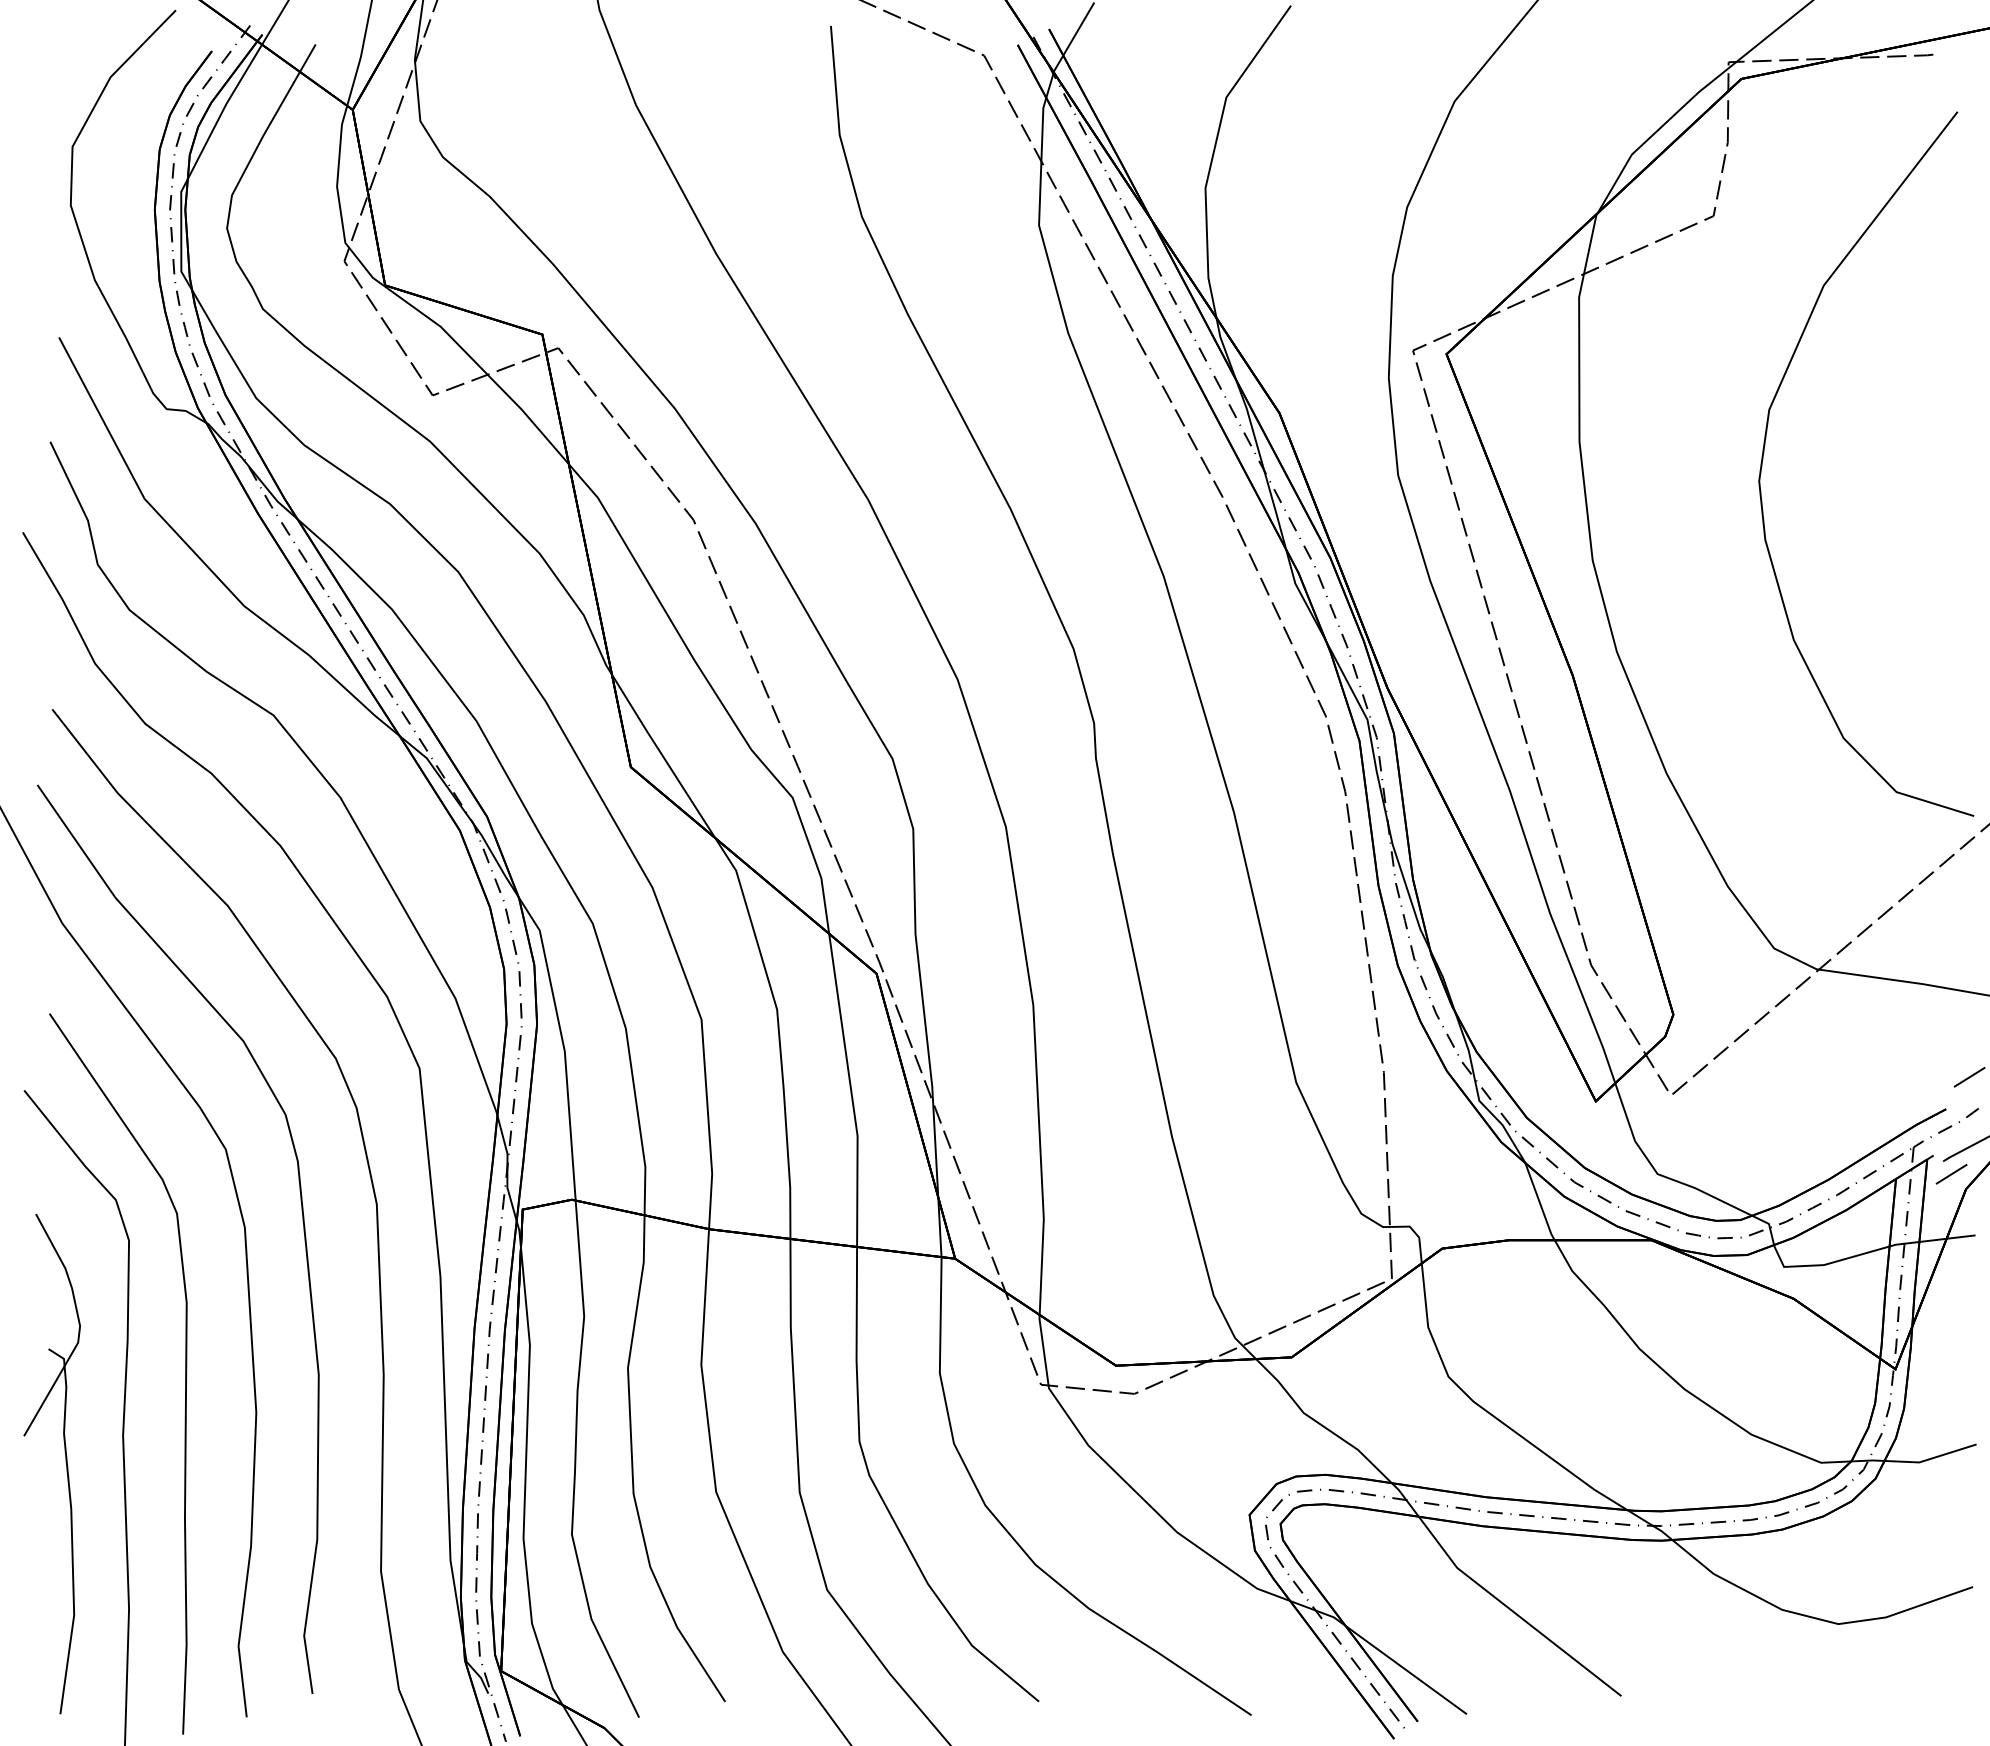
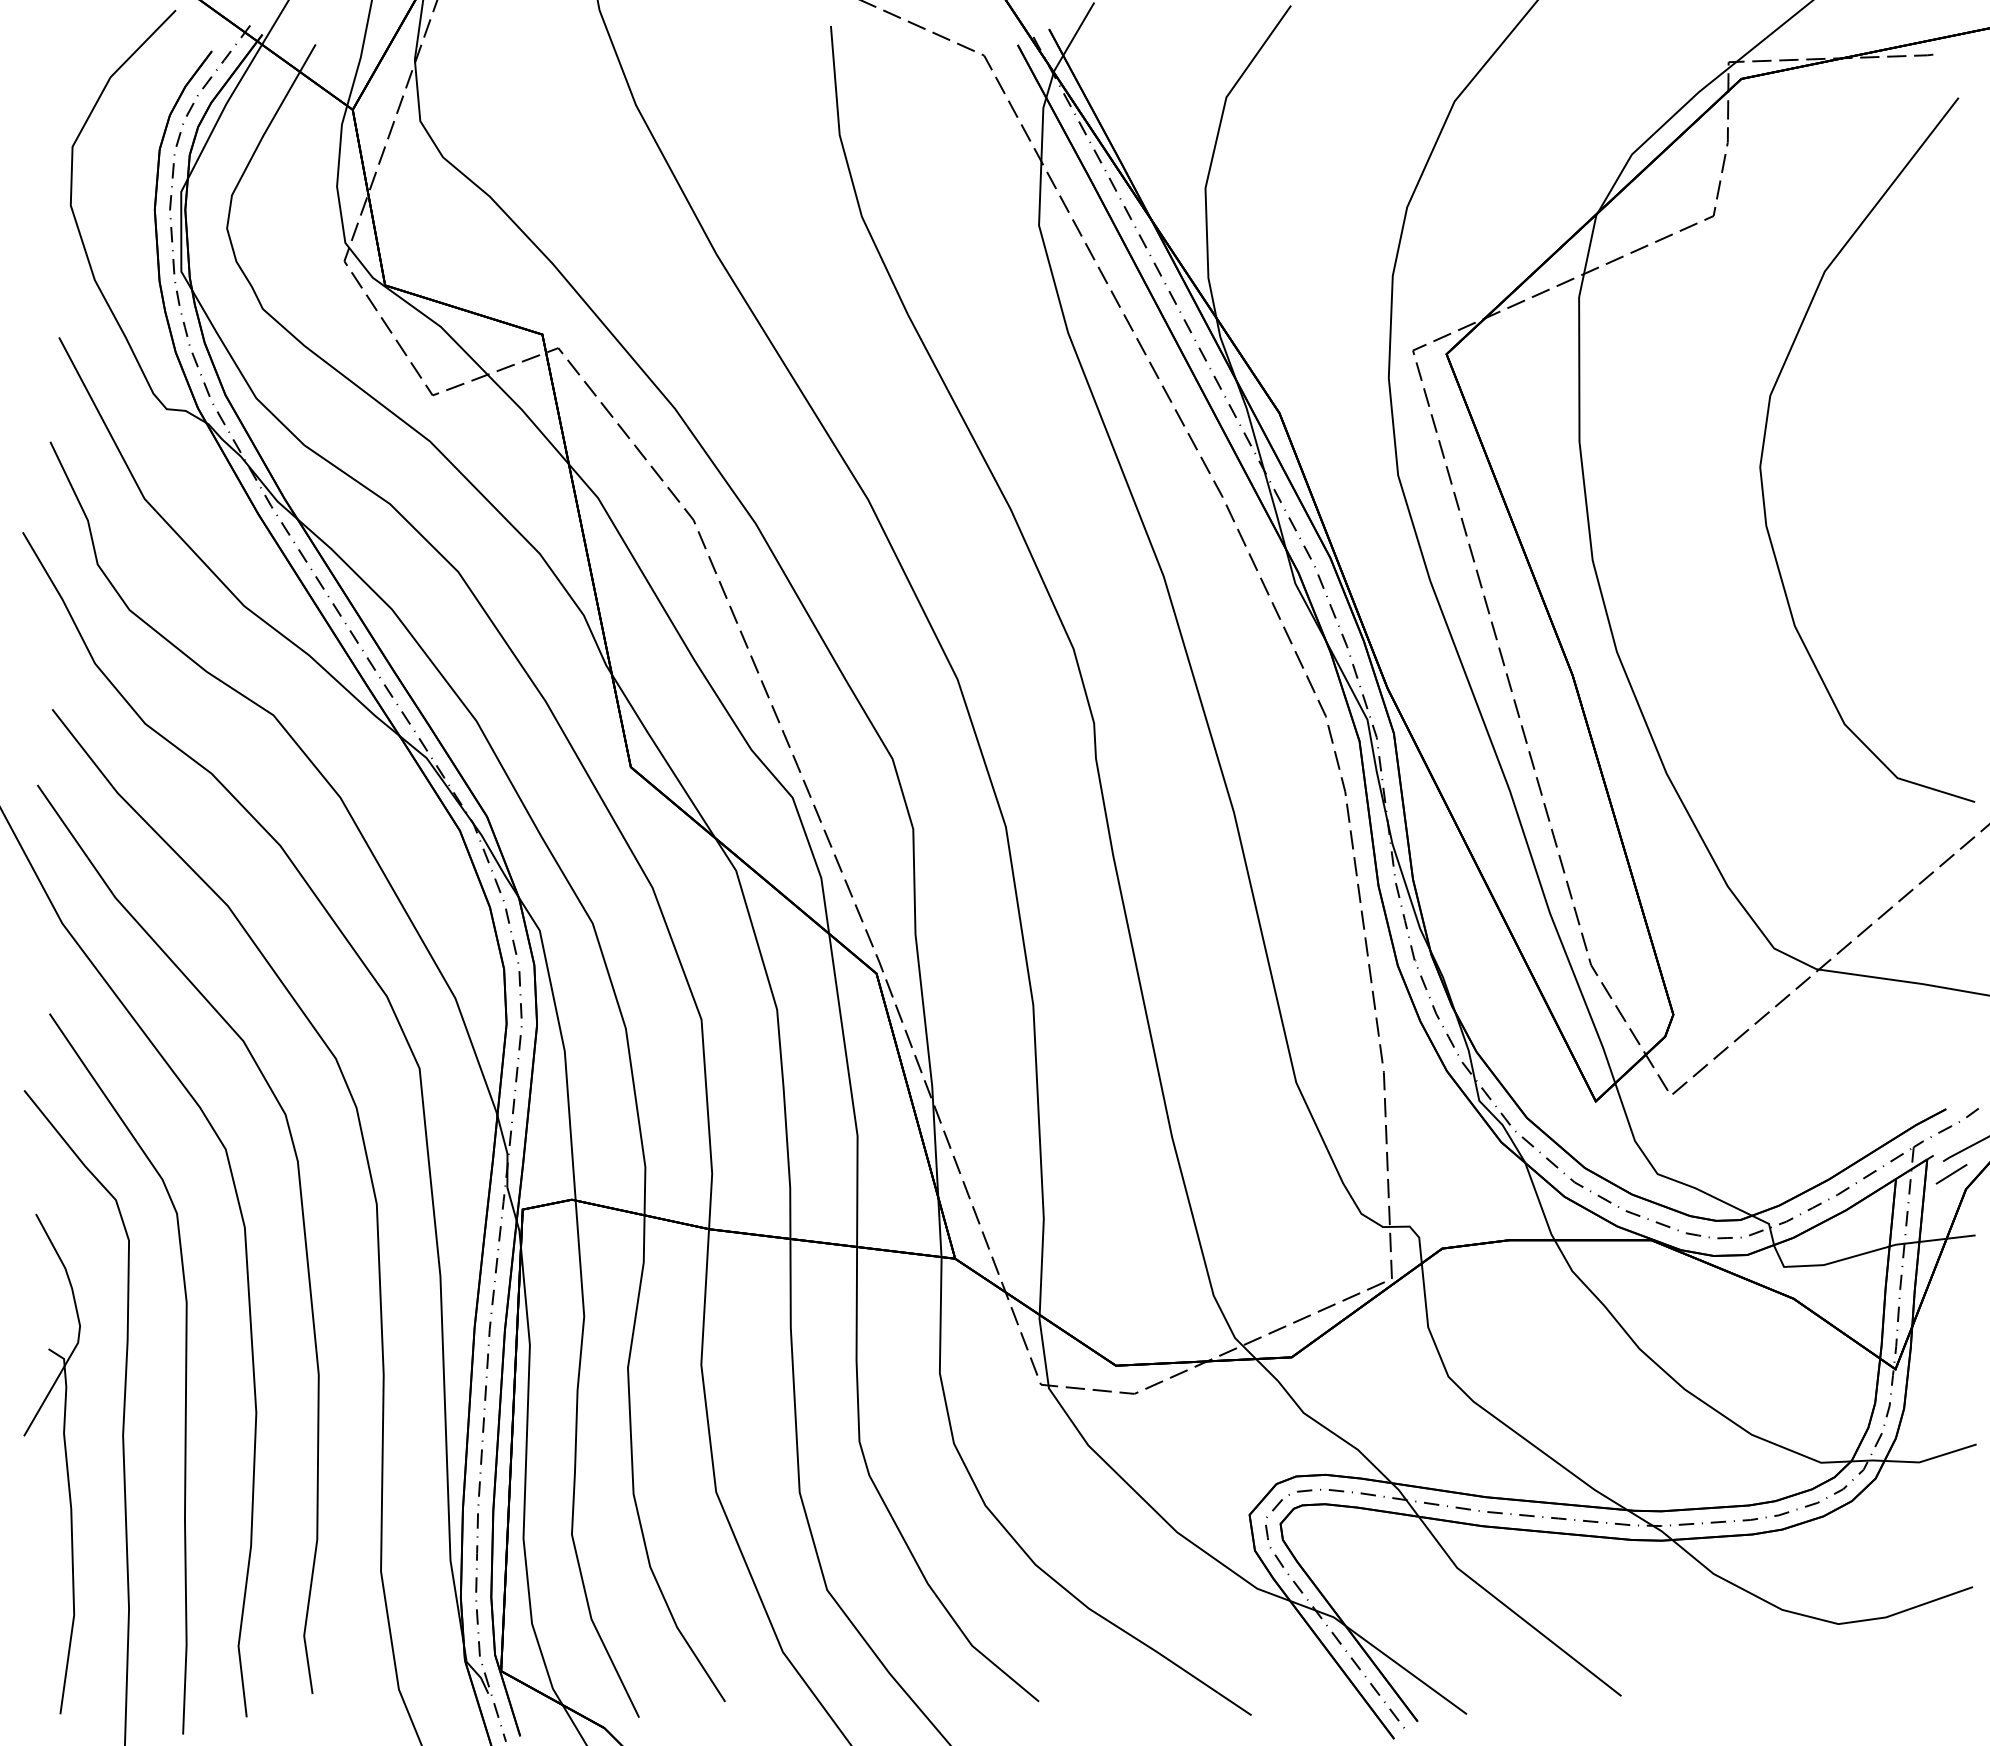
curve at (1765, 445) position: (1765, 445) -> (1766, 431)
line at (1969, 1077): present -> none
